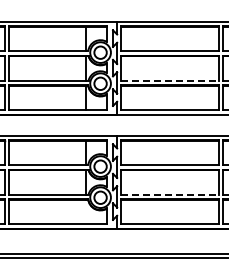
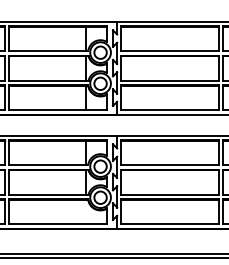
line at (170, 80): dashed -> solid
line at (170, 194): dashed -> solid
